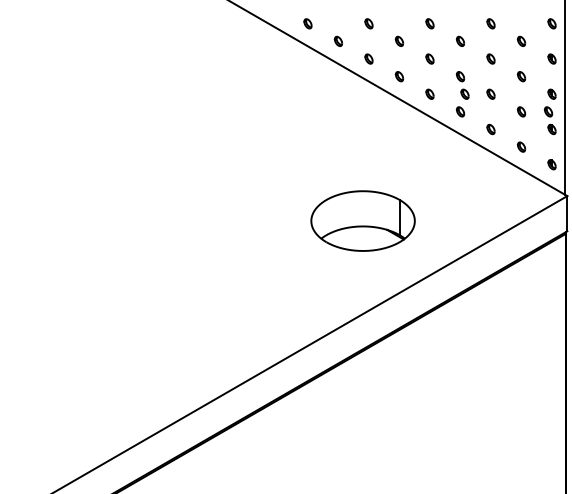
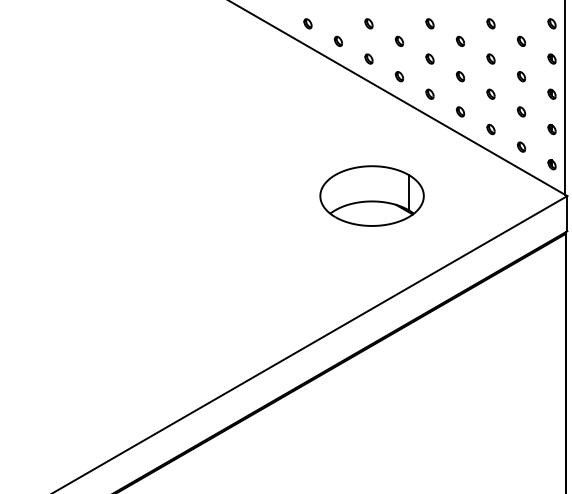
part at (464, 93): present -> none
part at (548, 111): present -> none
part at (362, 220) position: (362, 220) -> (371, 195)
